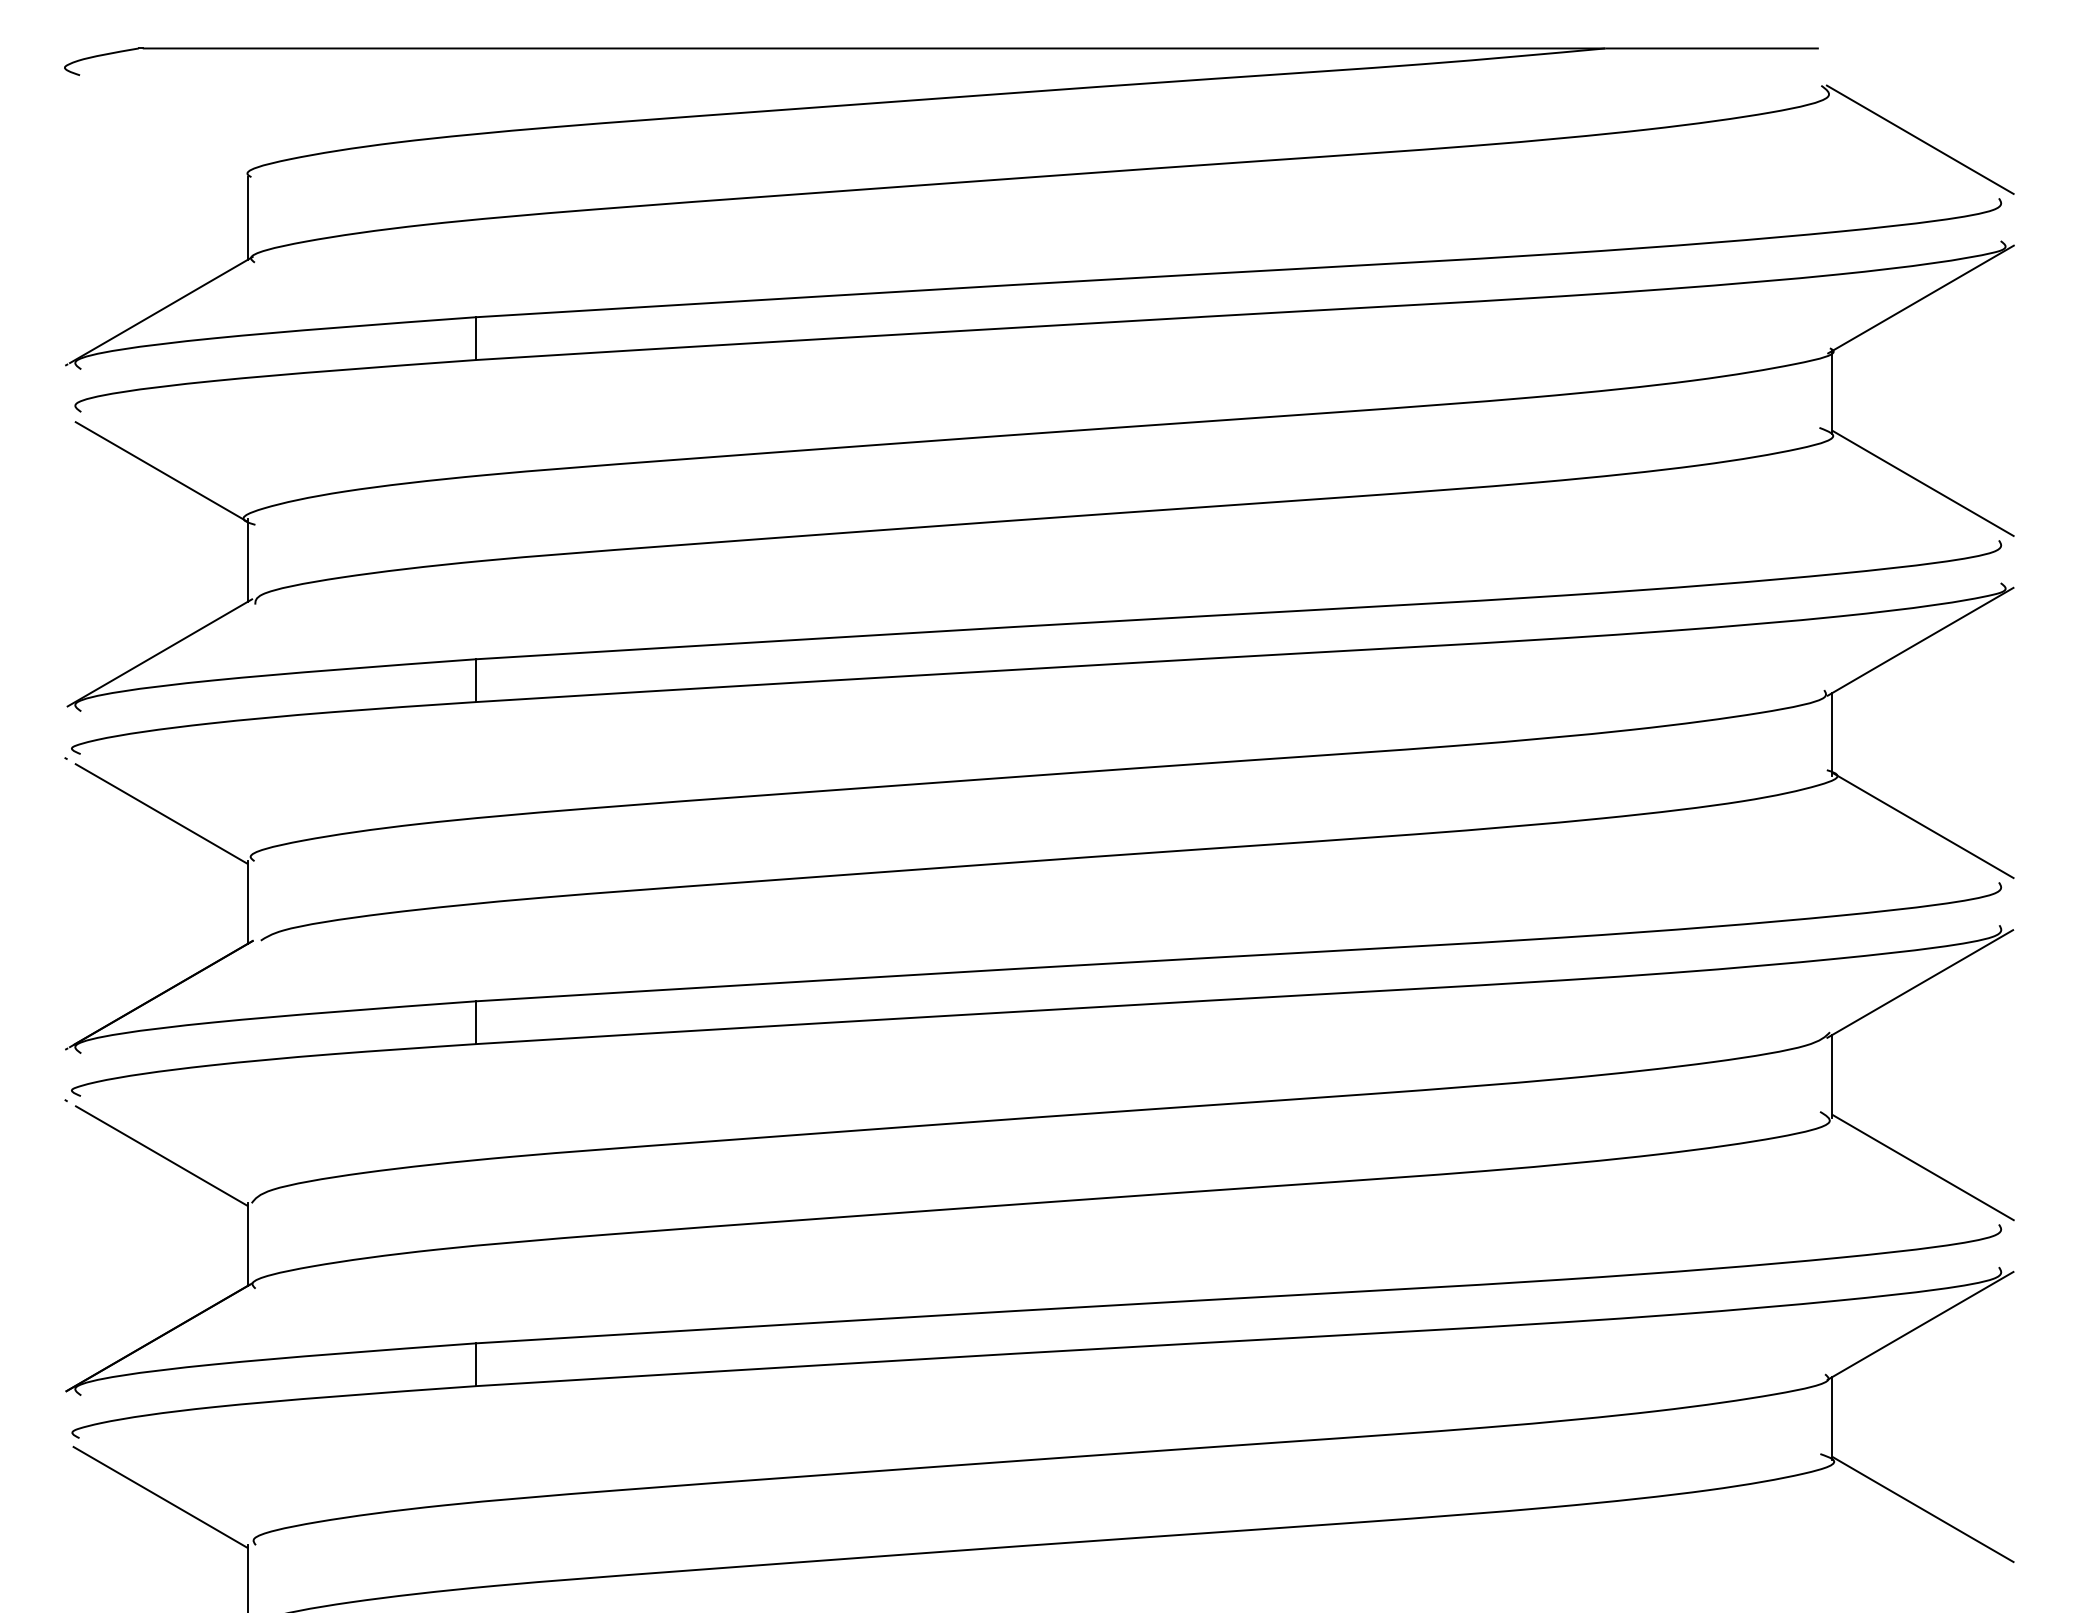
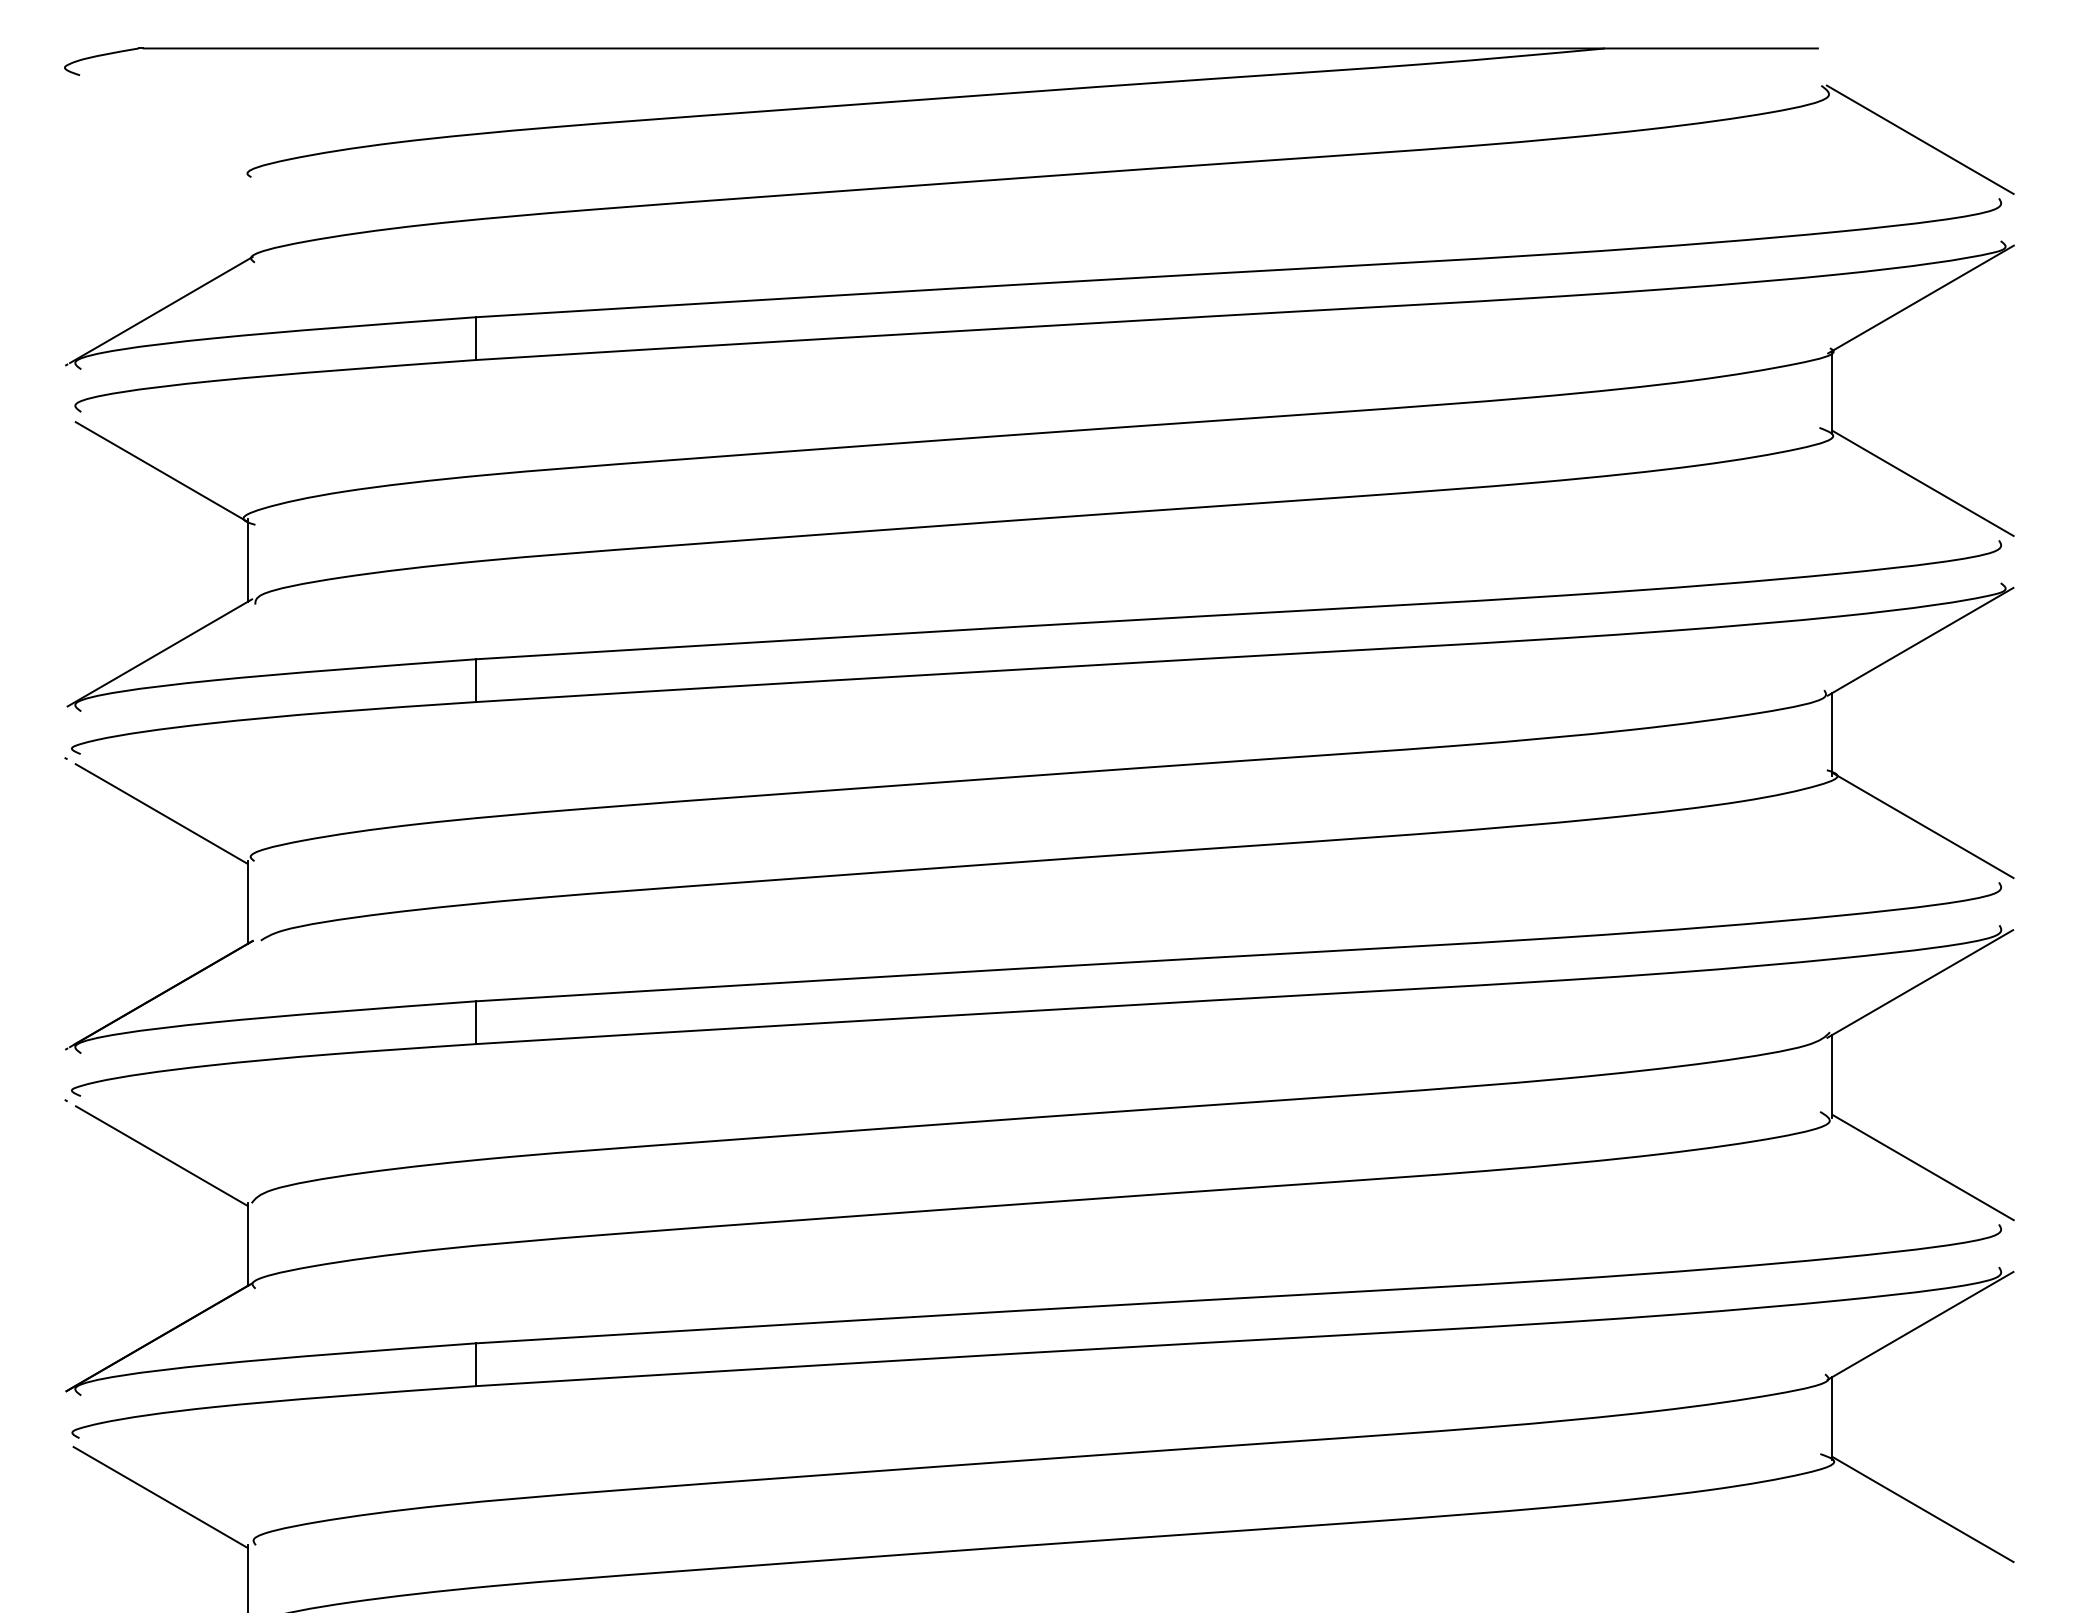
line at (248, 218): present -> none
